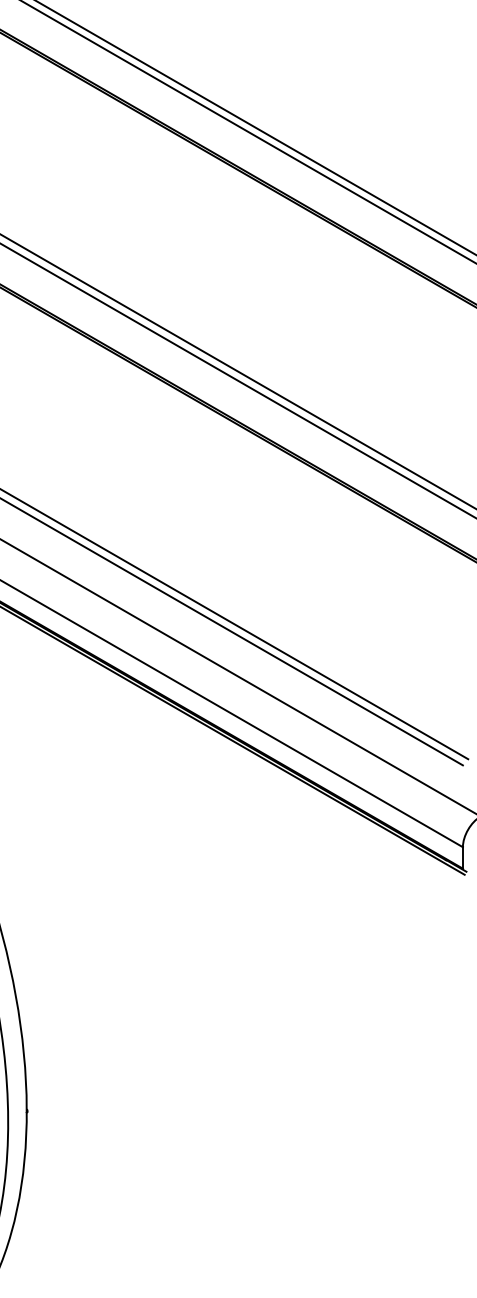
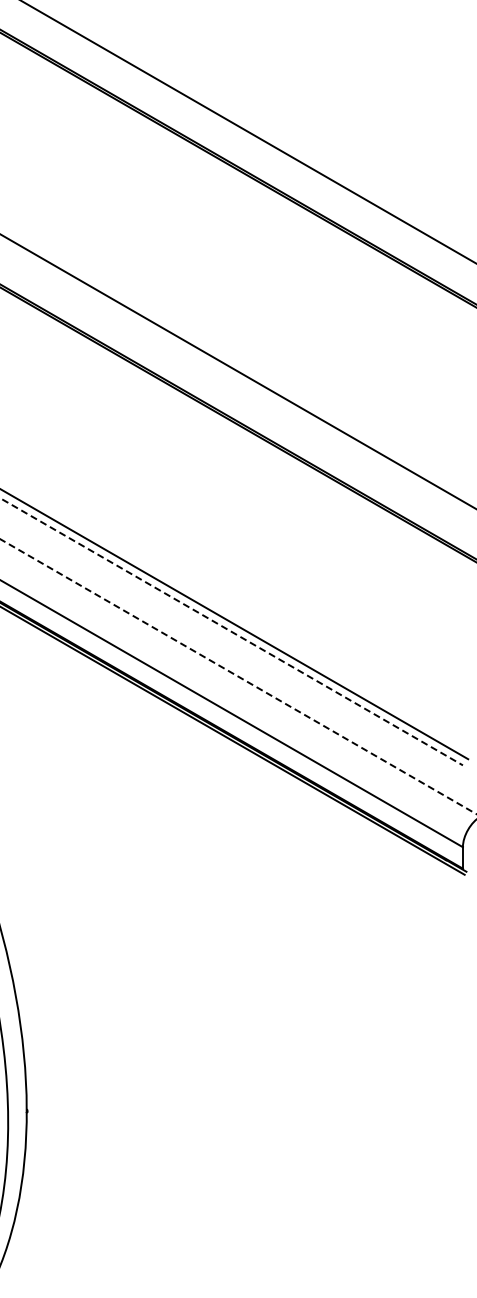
line at (255, 127): present -> none
line at (237, 380): present -> none
line at (231, 631): solid -> dashed
line at (238, 676): solid -> dashed
